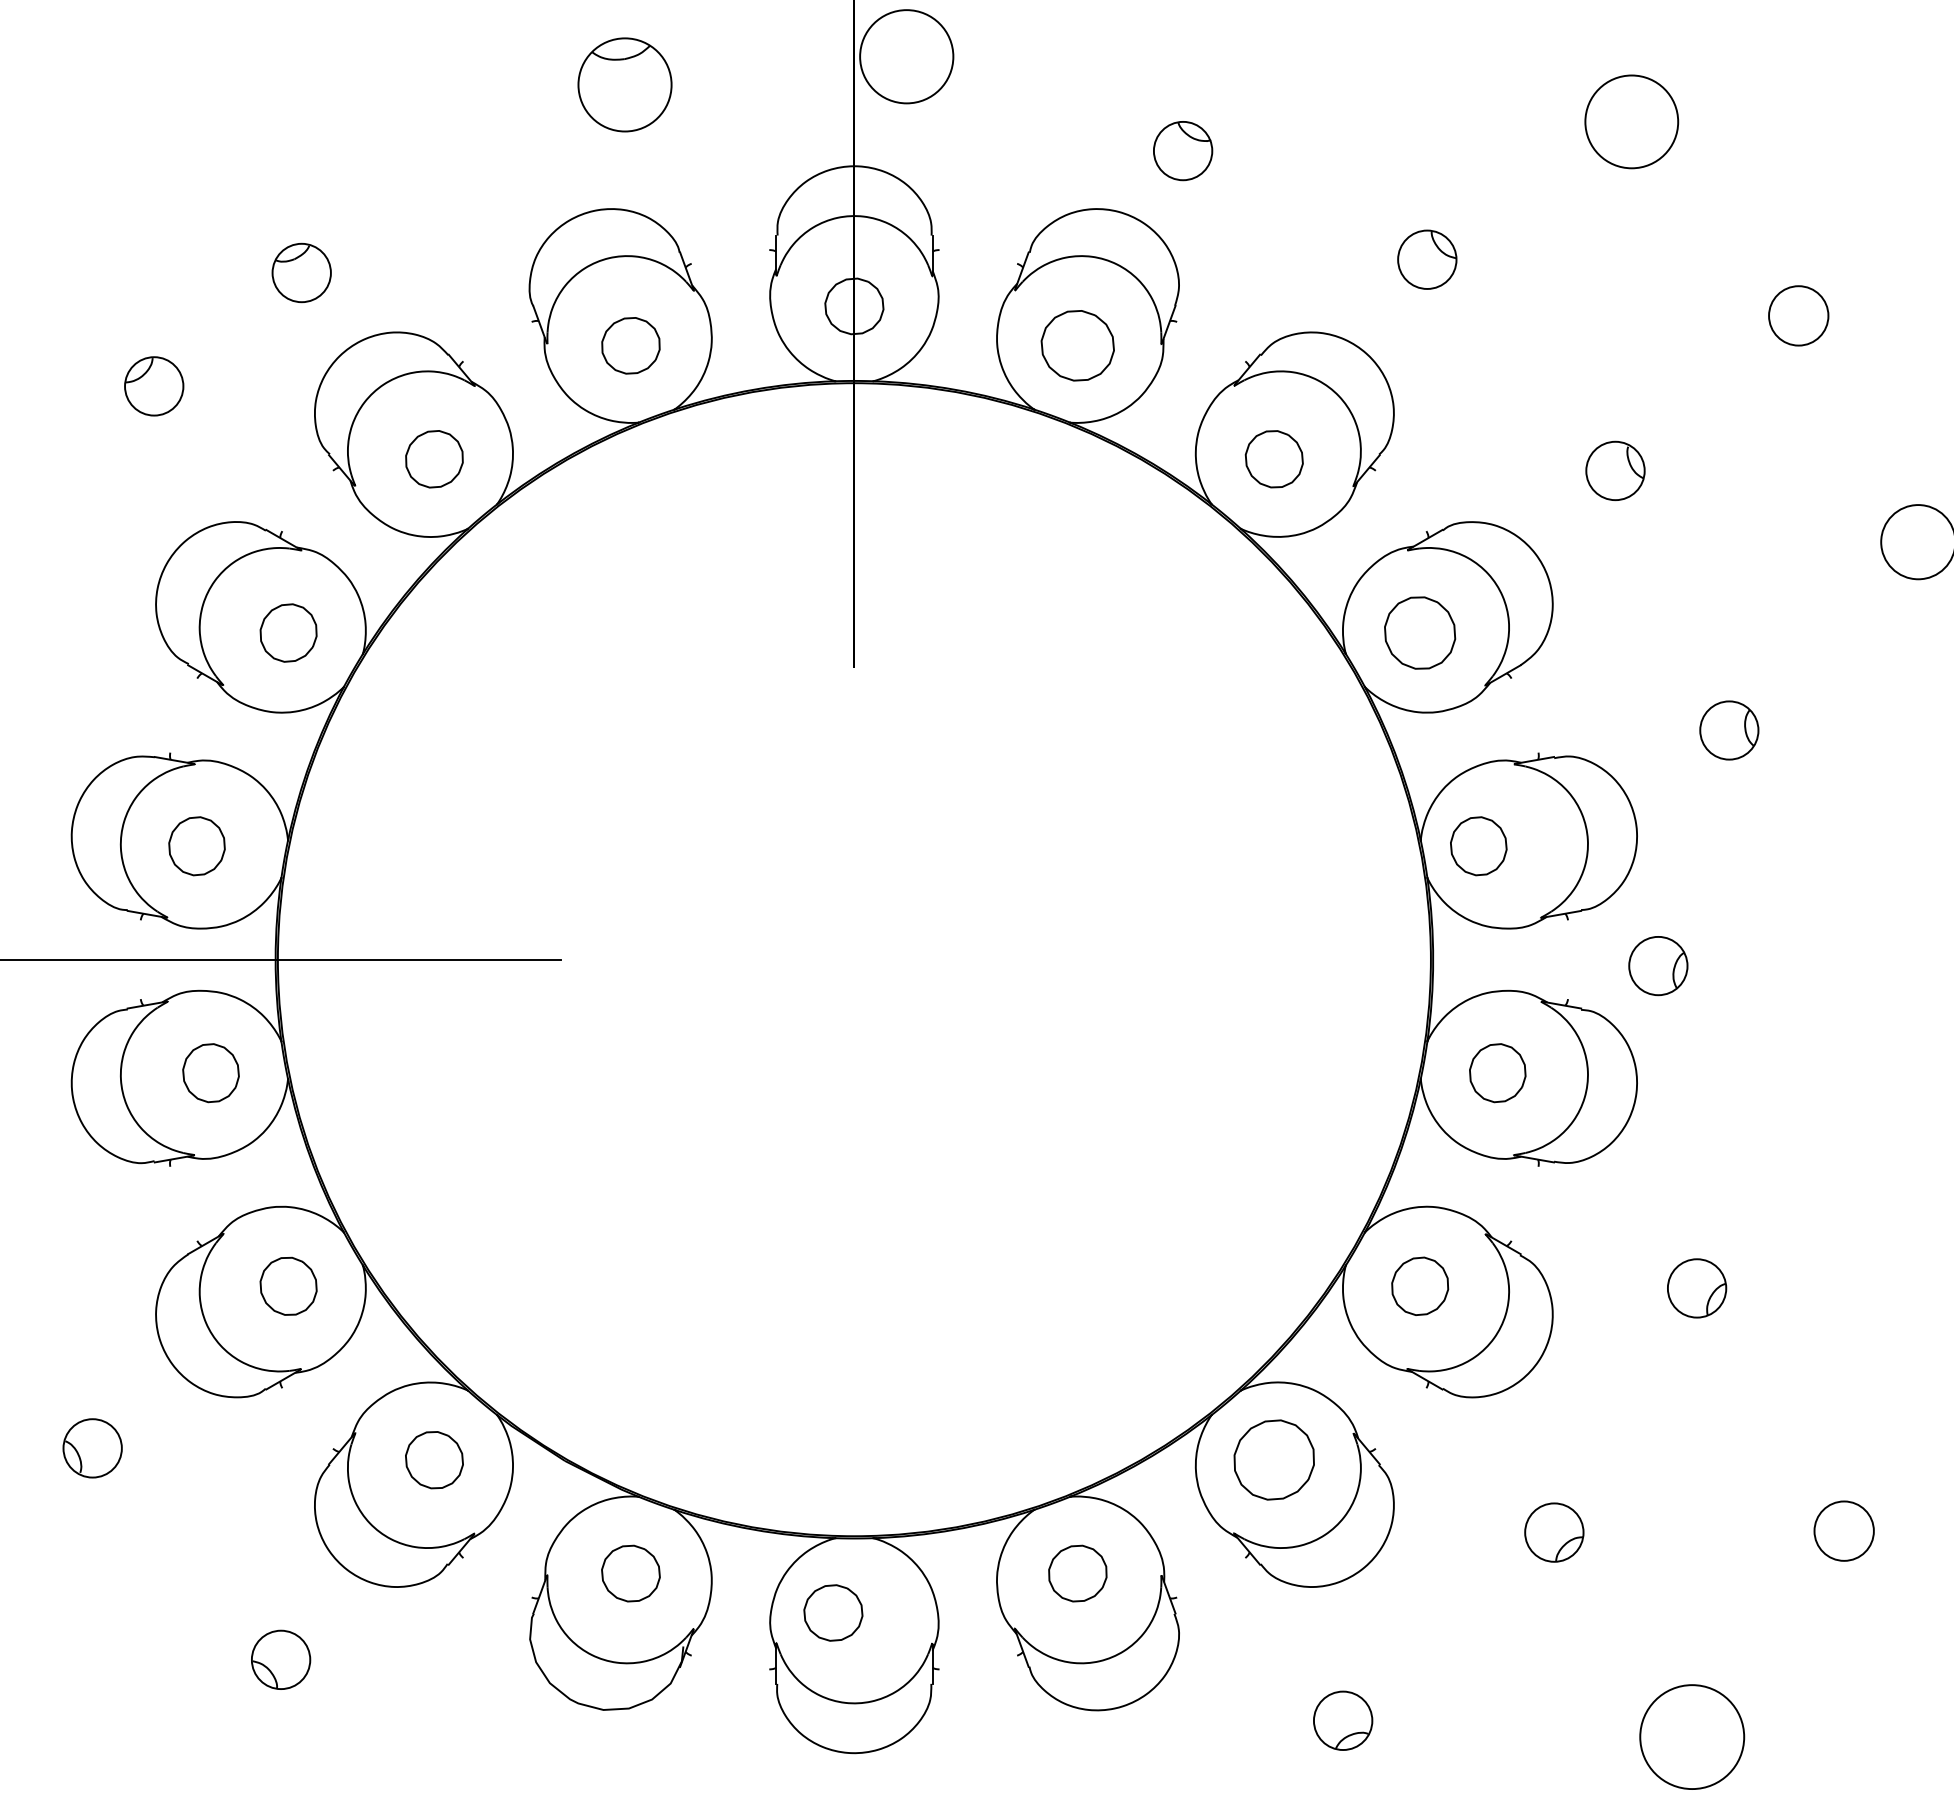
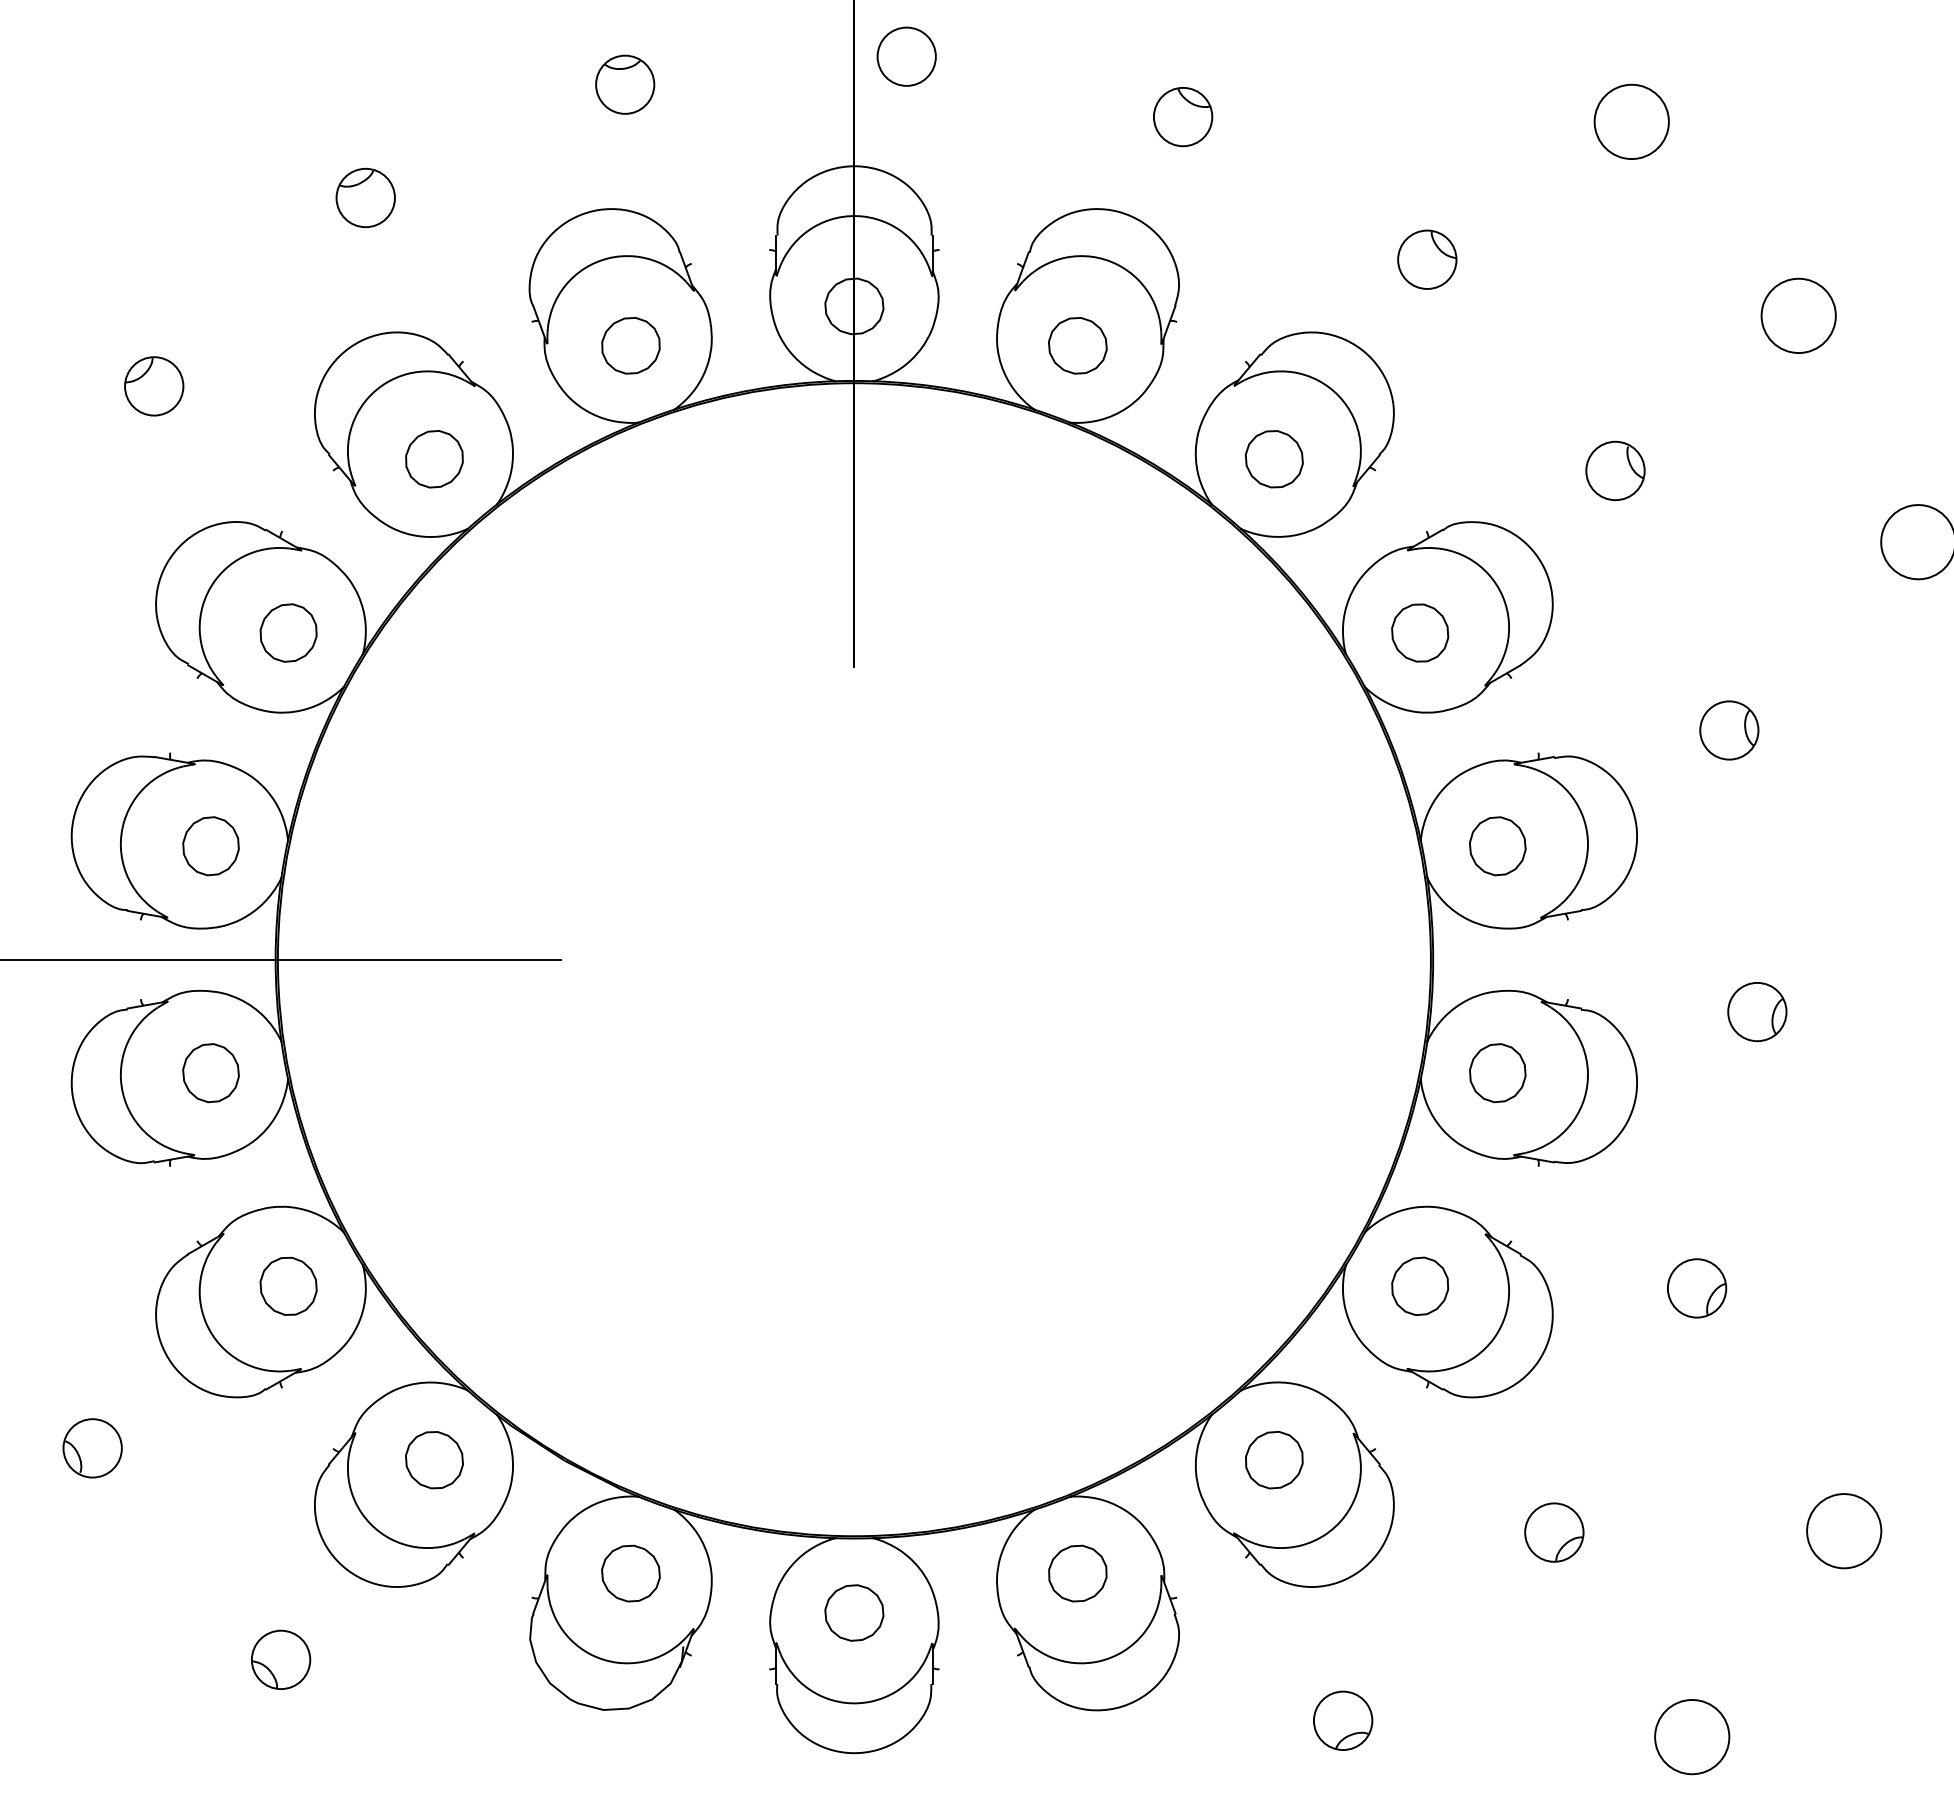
circle at (906, 56) diameter: 93 px -> 58 px
part at (624, 84) size: 96x96 px -> 61x61 px
circle at (1631, 121) diameter: 93 px -> 74 px
part at (1183, 151) position: (1183, 151) -> (1183, 117)
part at (301, 272) position: (301, 272) -> (365, 197)
circle at (1798, 315) diameter: 59 px -> 74 px
part at (1077, 345) size: 75x72 px -> 60x58 px
part at (1420, 632) size: 73x74 px -> 59x60 px
part at (196, 846) position: (196, 846) -> (210, 846)
part at (1478, 846) position: (1478, 846) -> (1497, 846)
part at (1658, 966) position: (1658, 966) -> (1757, 1012)
part at (1273, 1459) size: 82x82 px -> 59x59 px
circle at (1843, 1530) diameter: 59 px -> 74 px
part at (833, 1612) position: (833, 1612) -> (854, 1612)
circle at (1692, 1737) diameter: 104 px -> 74 px
